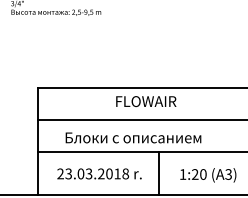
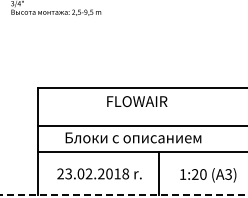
text at (146, 101) position: (146, 101) -> (137, 101)
line at (141, 120) position: (141, 120) -> (141, 126)
text at (88, 174): 23.03.2018 -> 23.02.2018
line at (124, 195): solid -> dashed
